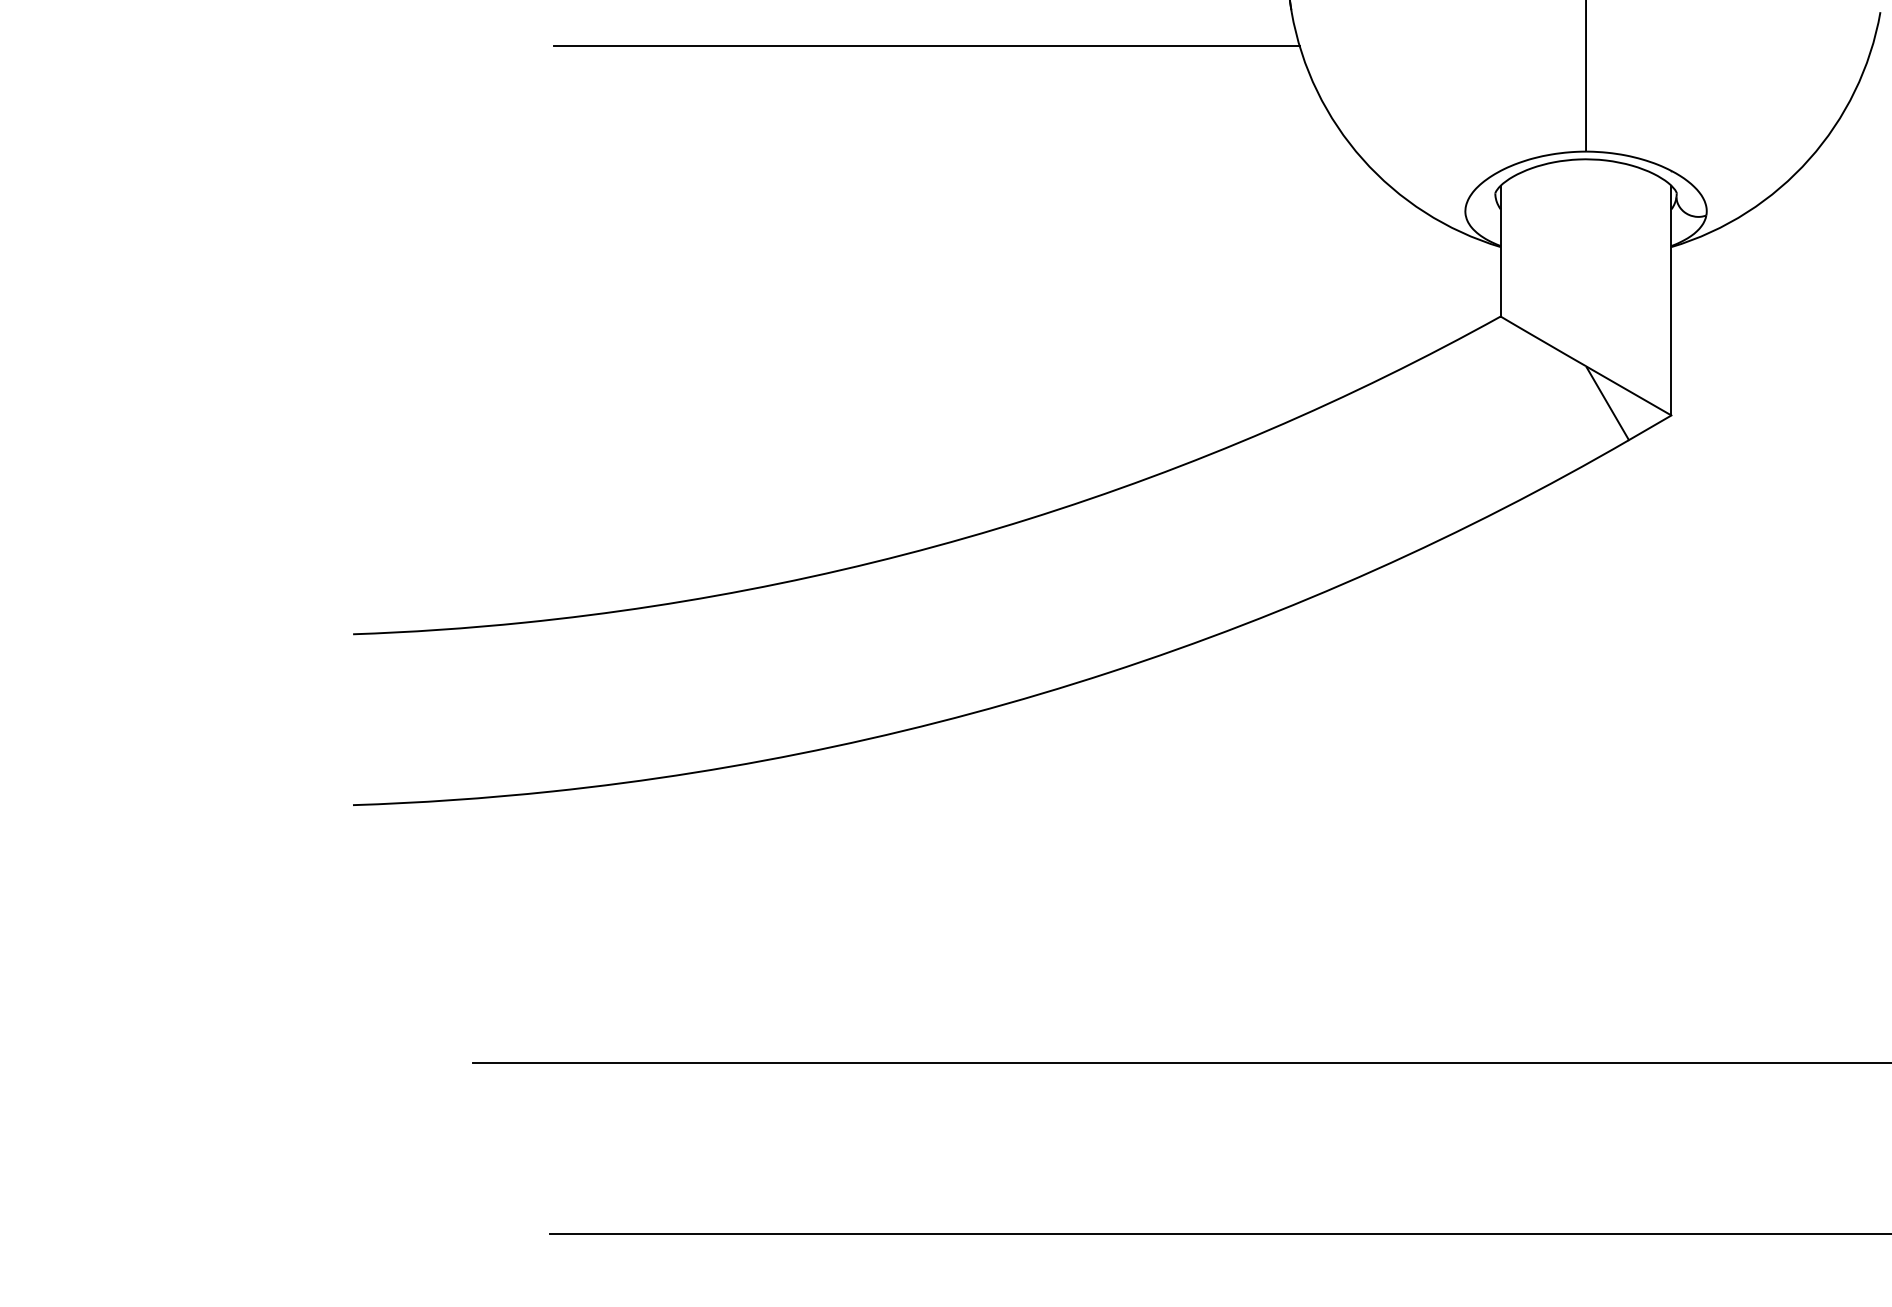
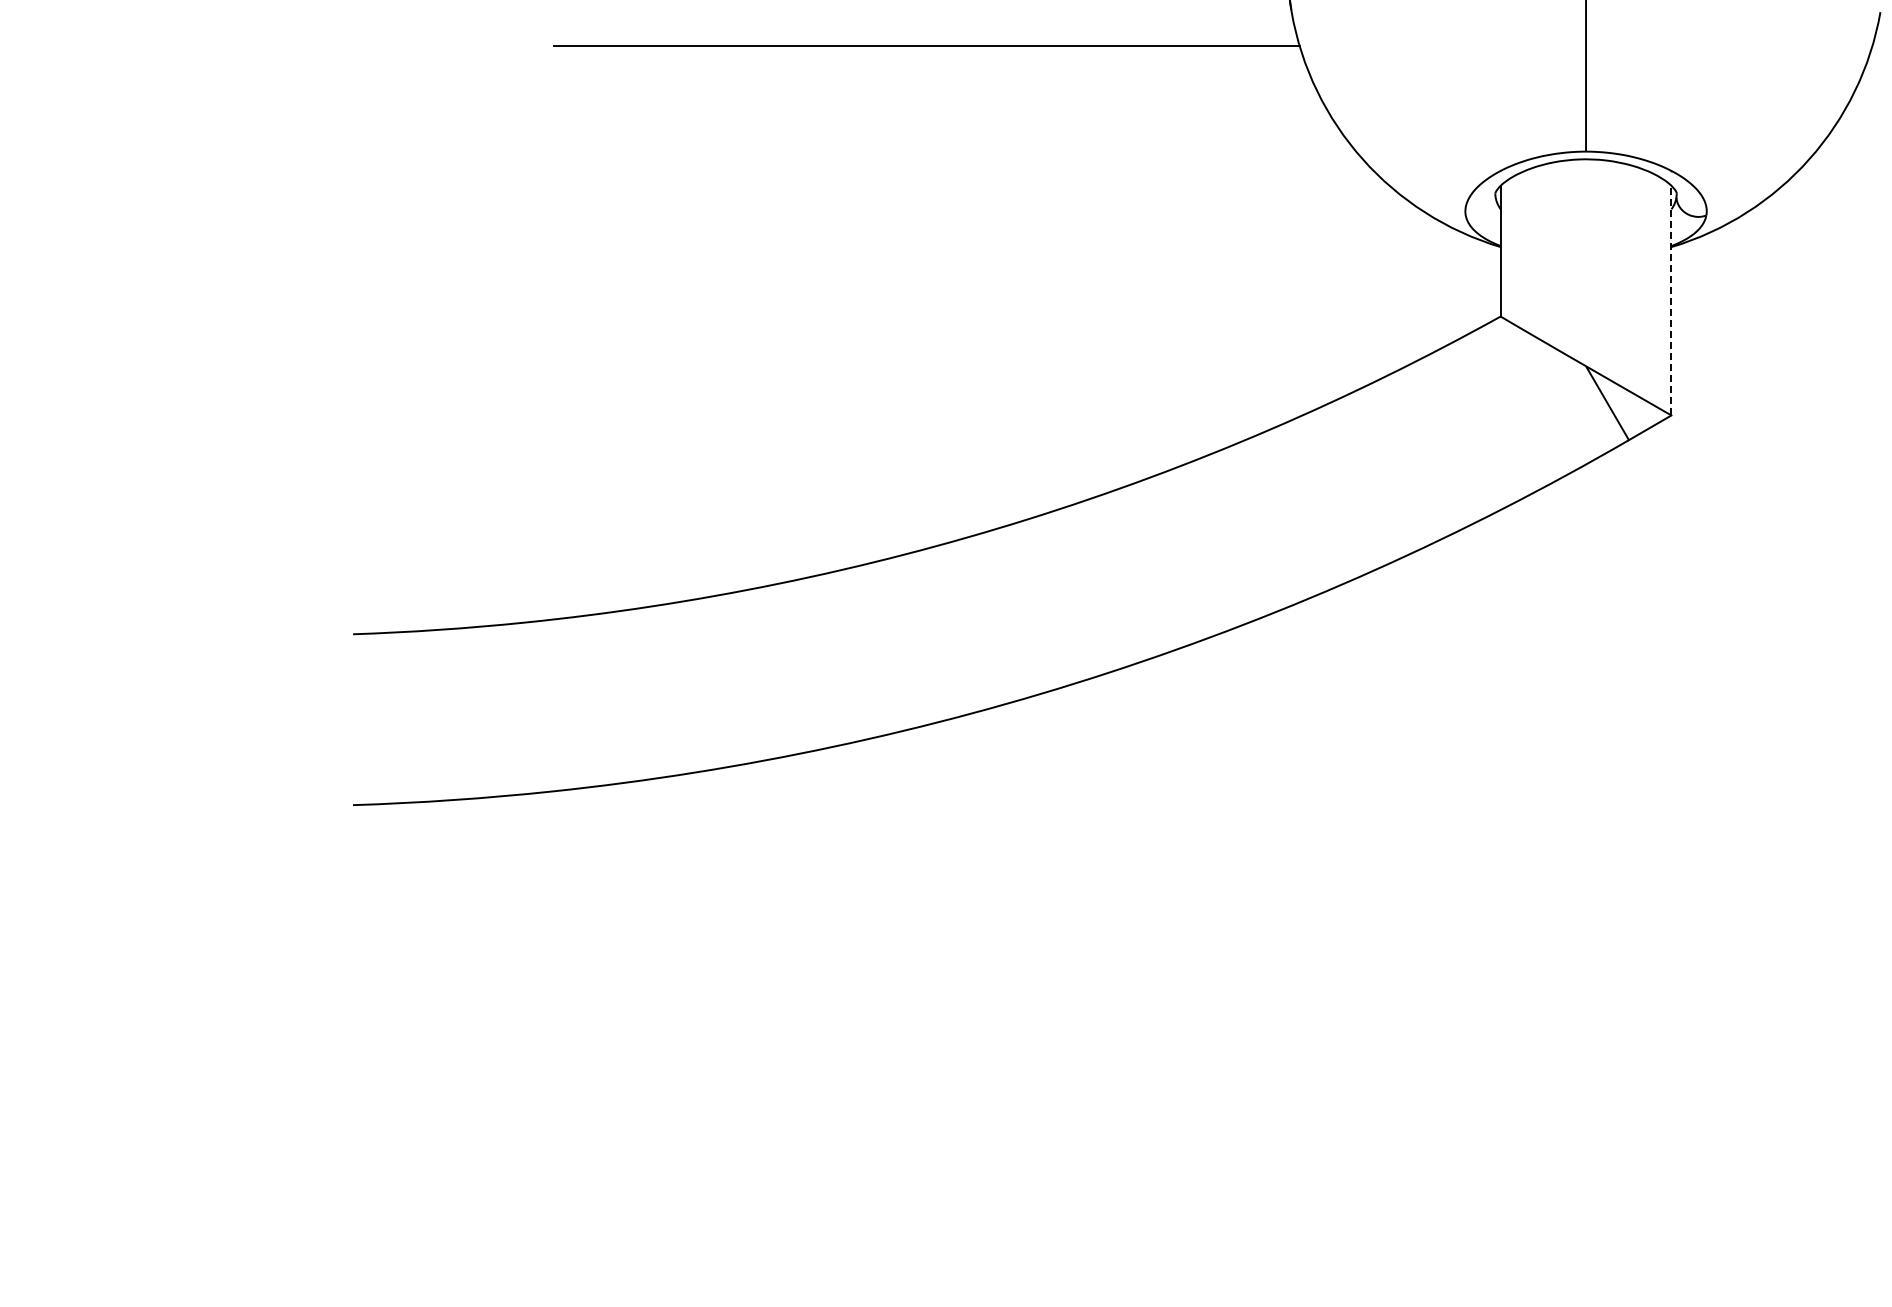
line at (1671, 300): solid -> dashed
line at (1180, 1062): present -> none
line at (1219, 1233): present -> none
